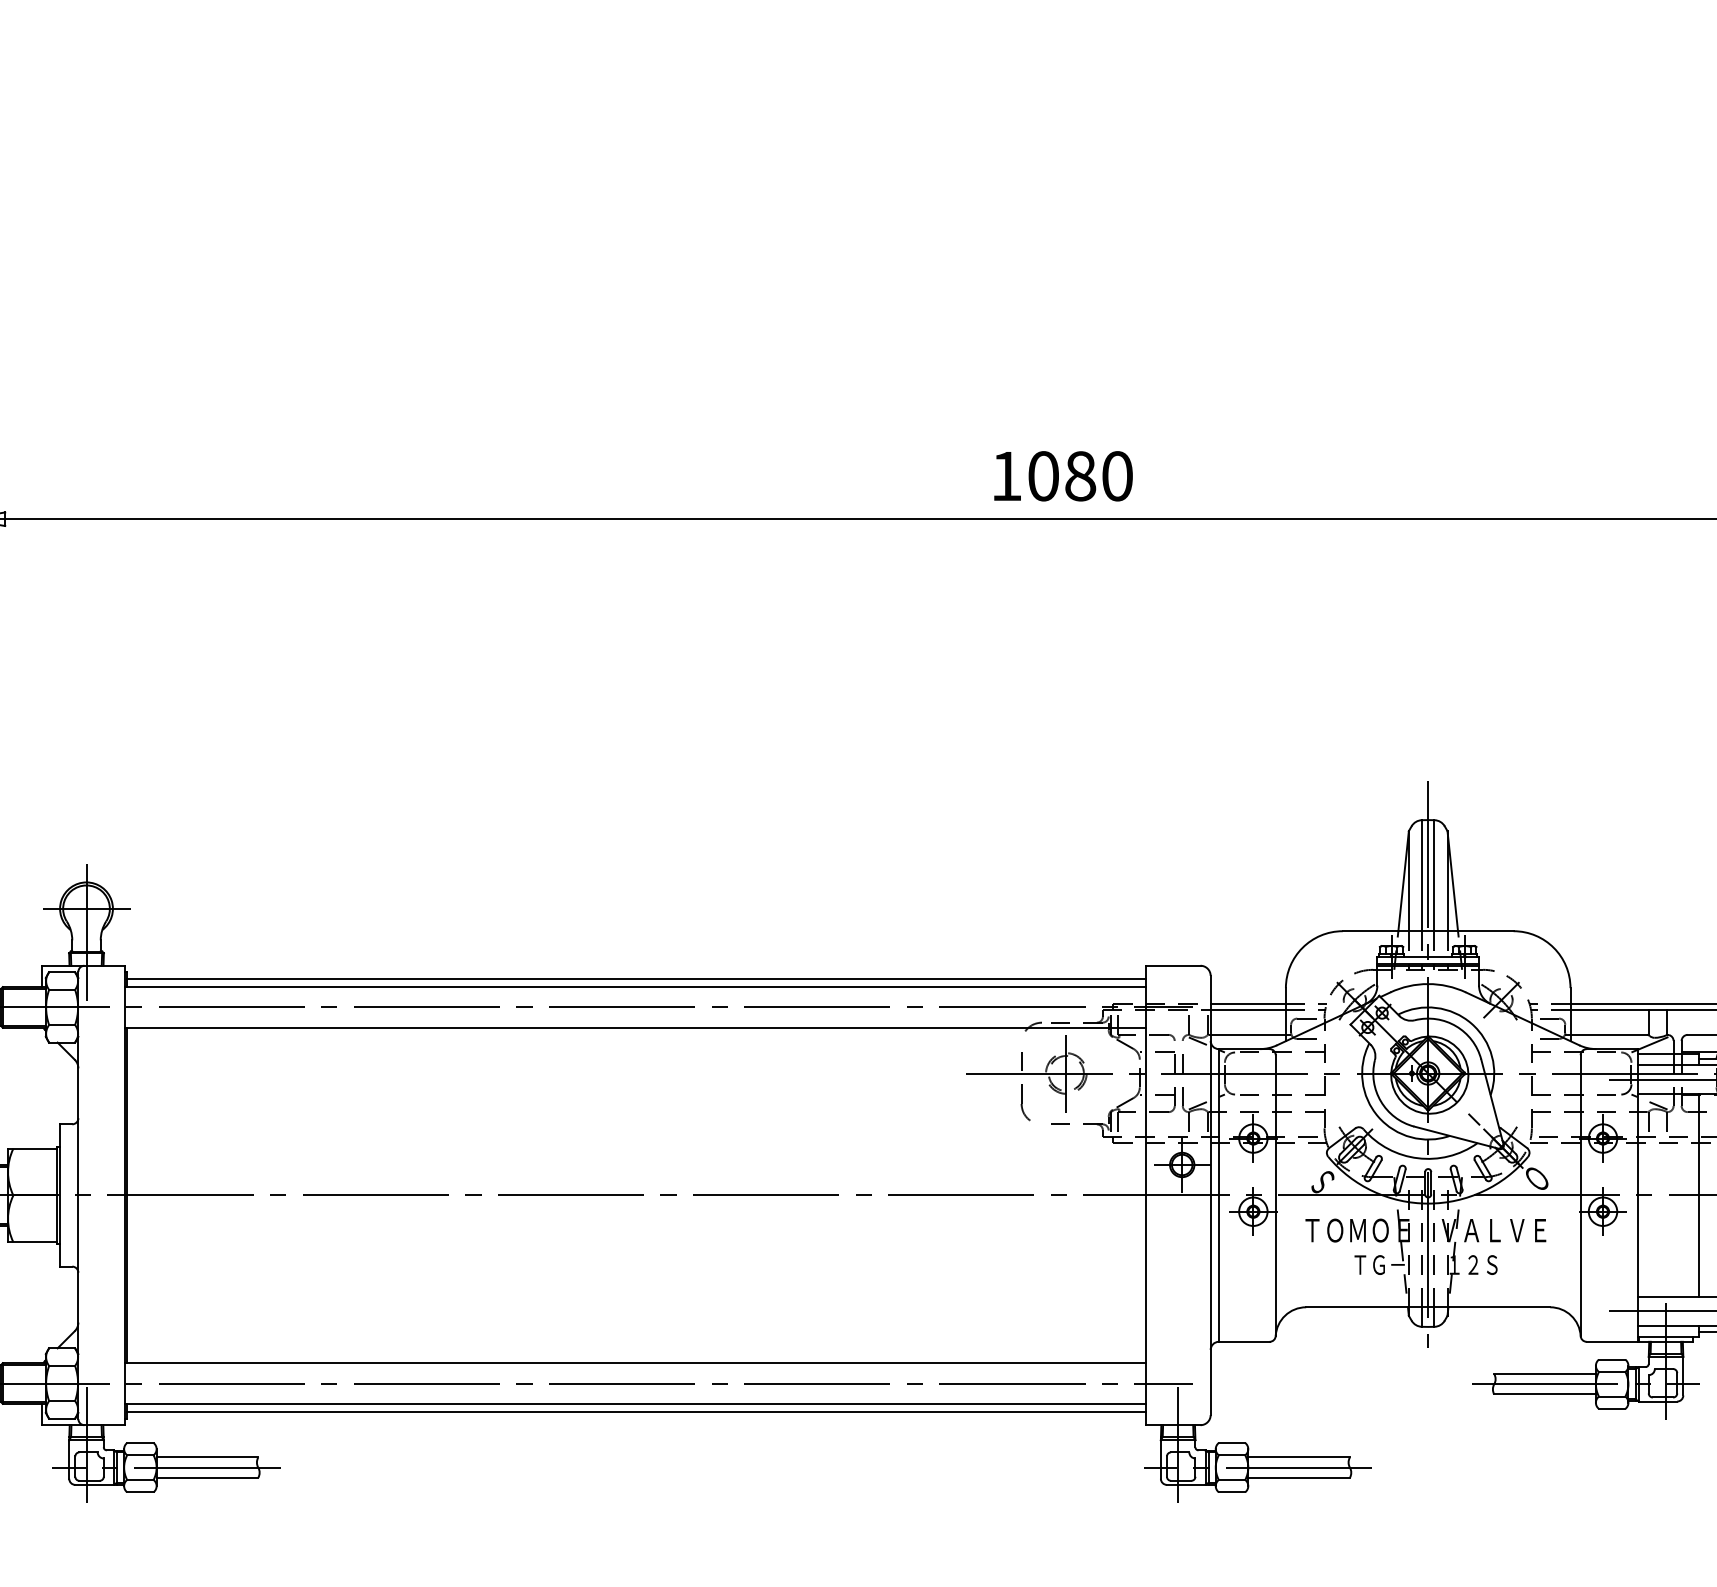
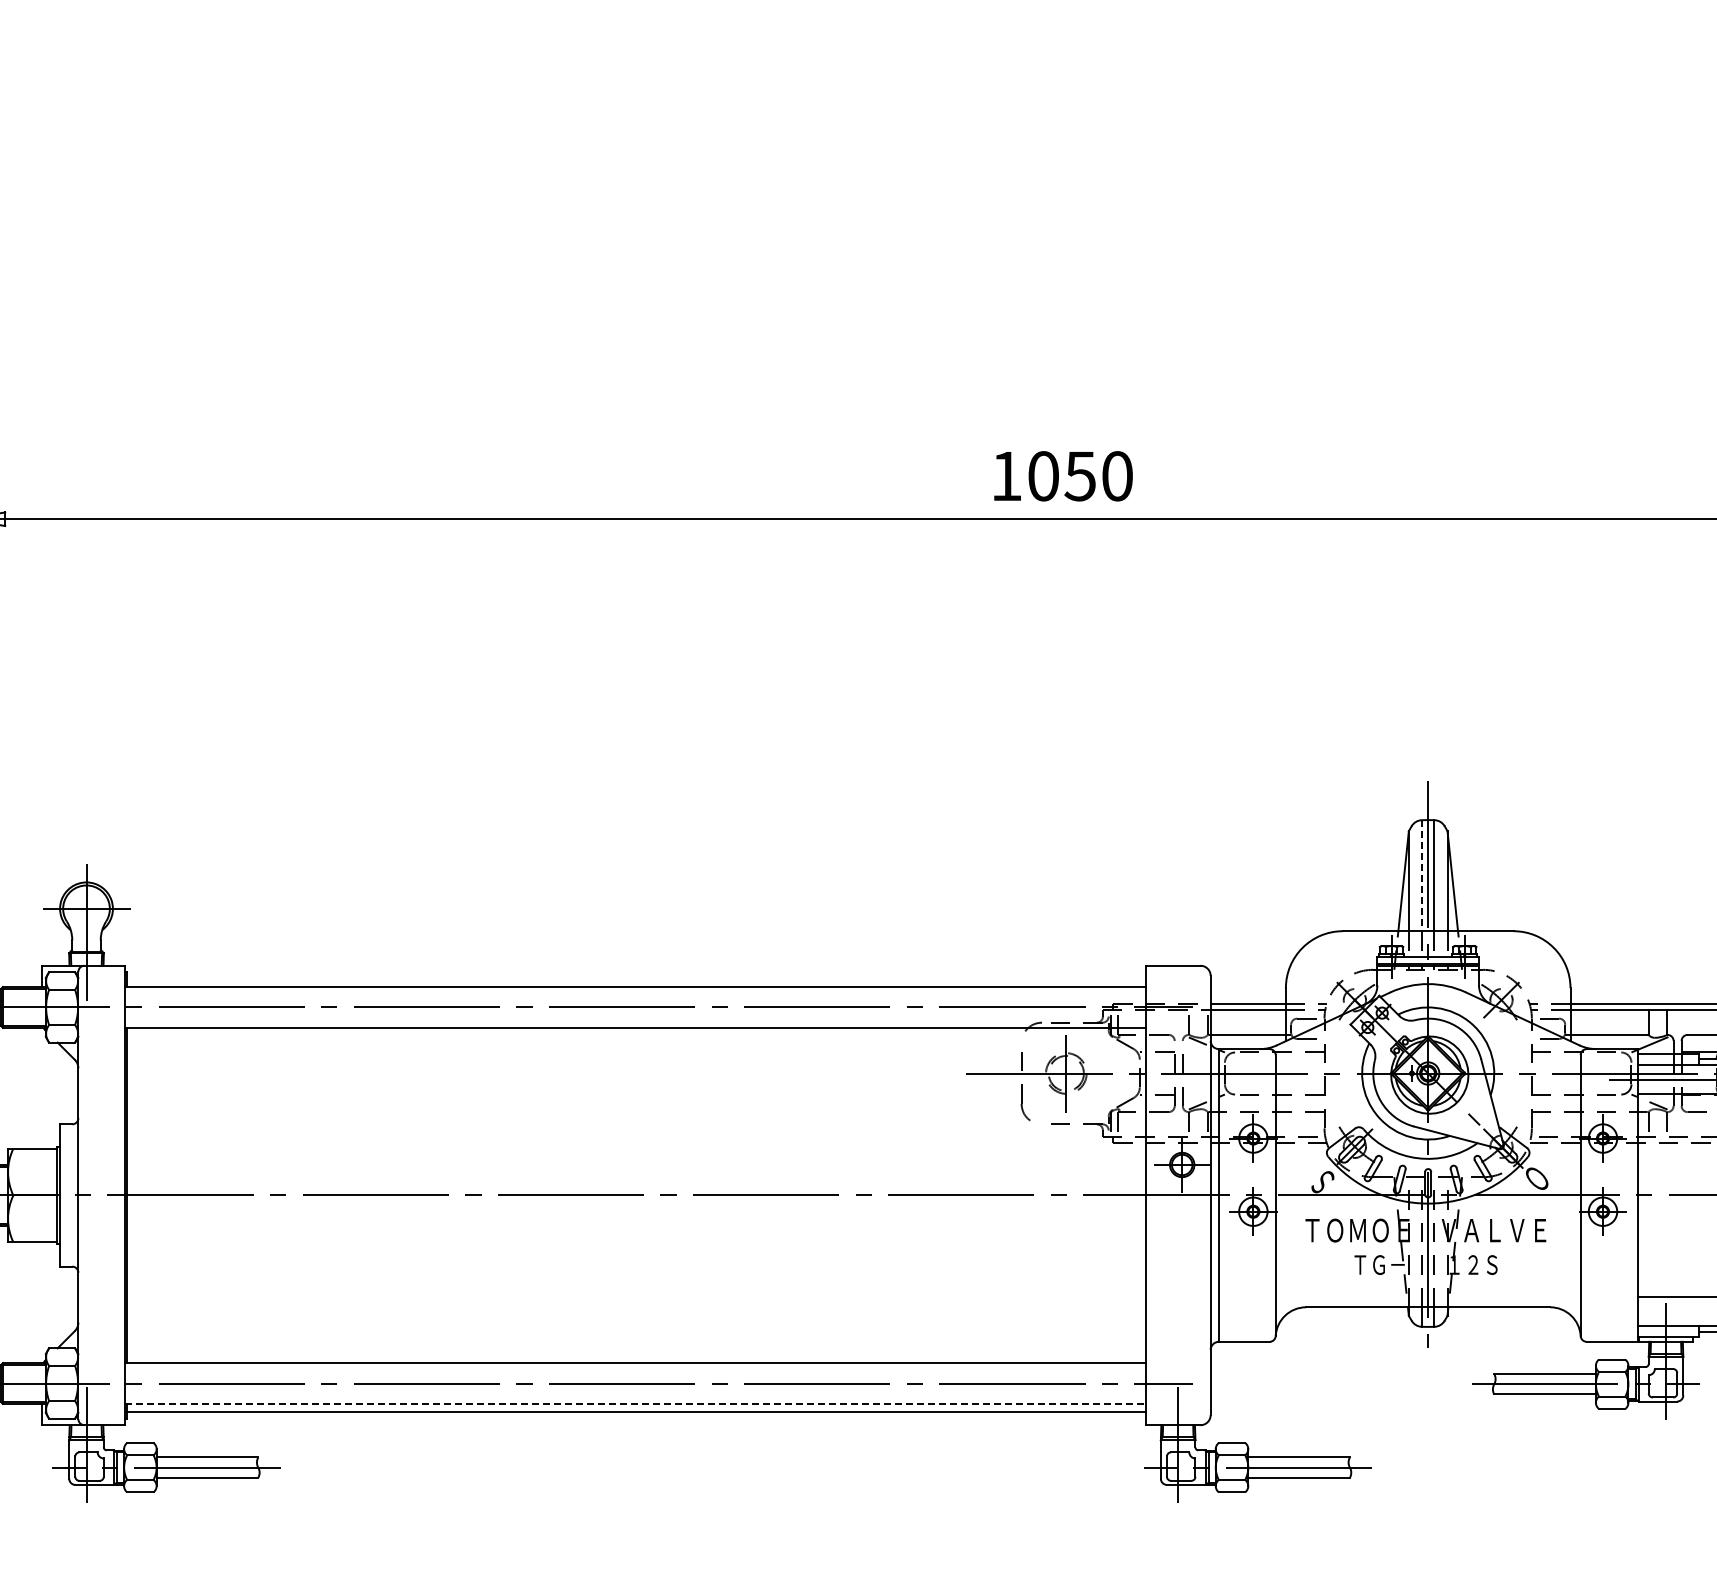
text at (1080, 476): 1080 -> 1050
line at (1421, 875): solid -> dashed
line at (636, 978): present -> none
line at (1698, 1195): present -> none
line at (1661, 1311): present -> none
line at (635, 1403): solid -> dashed
